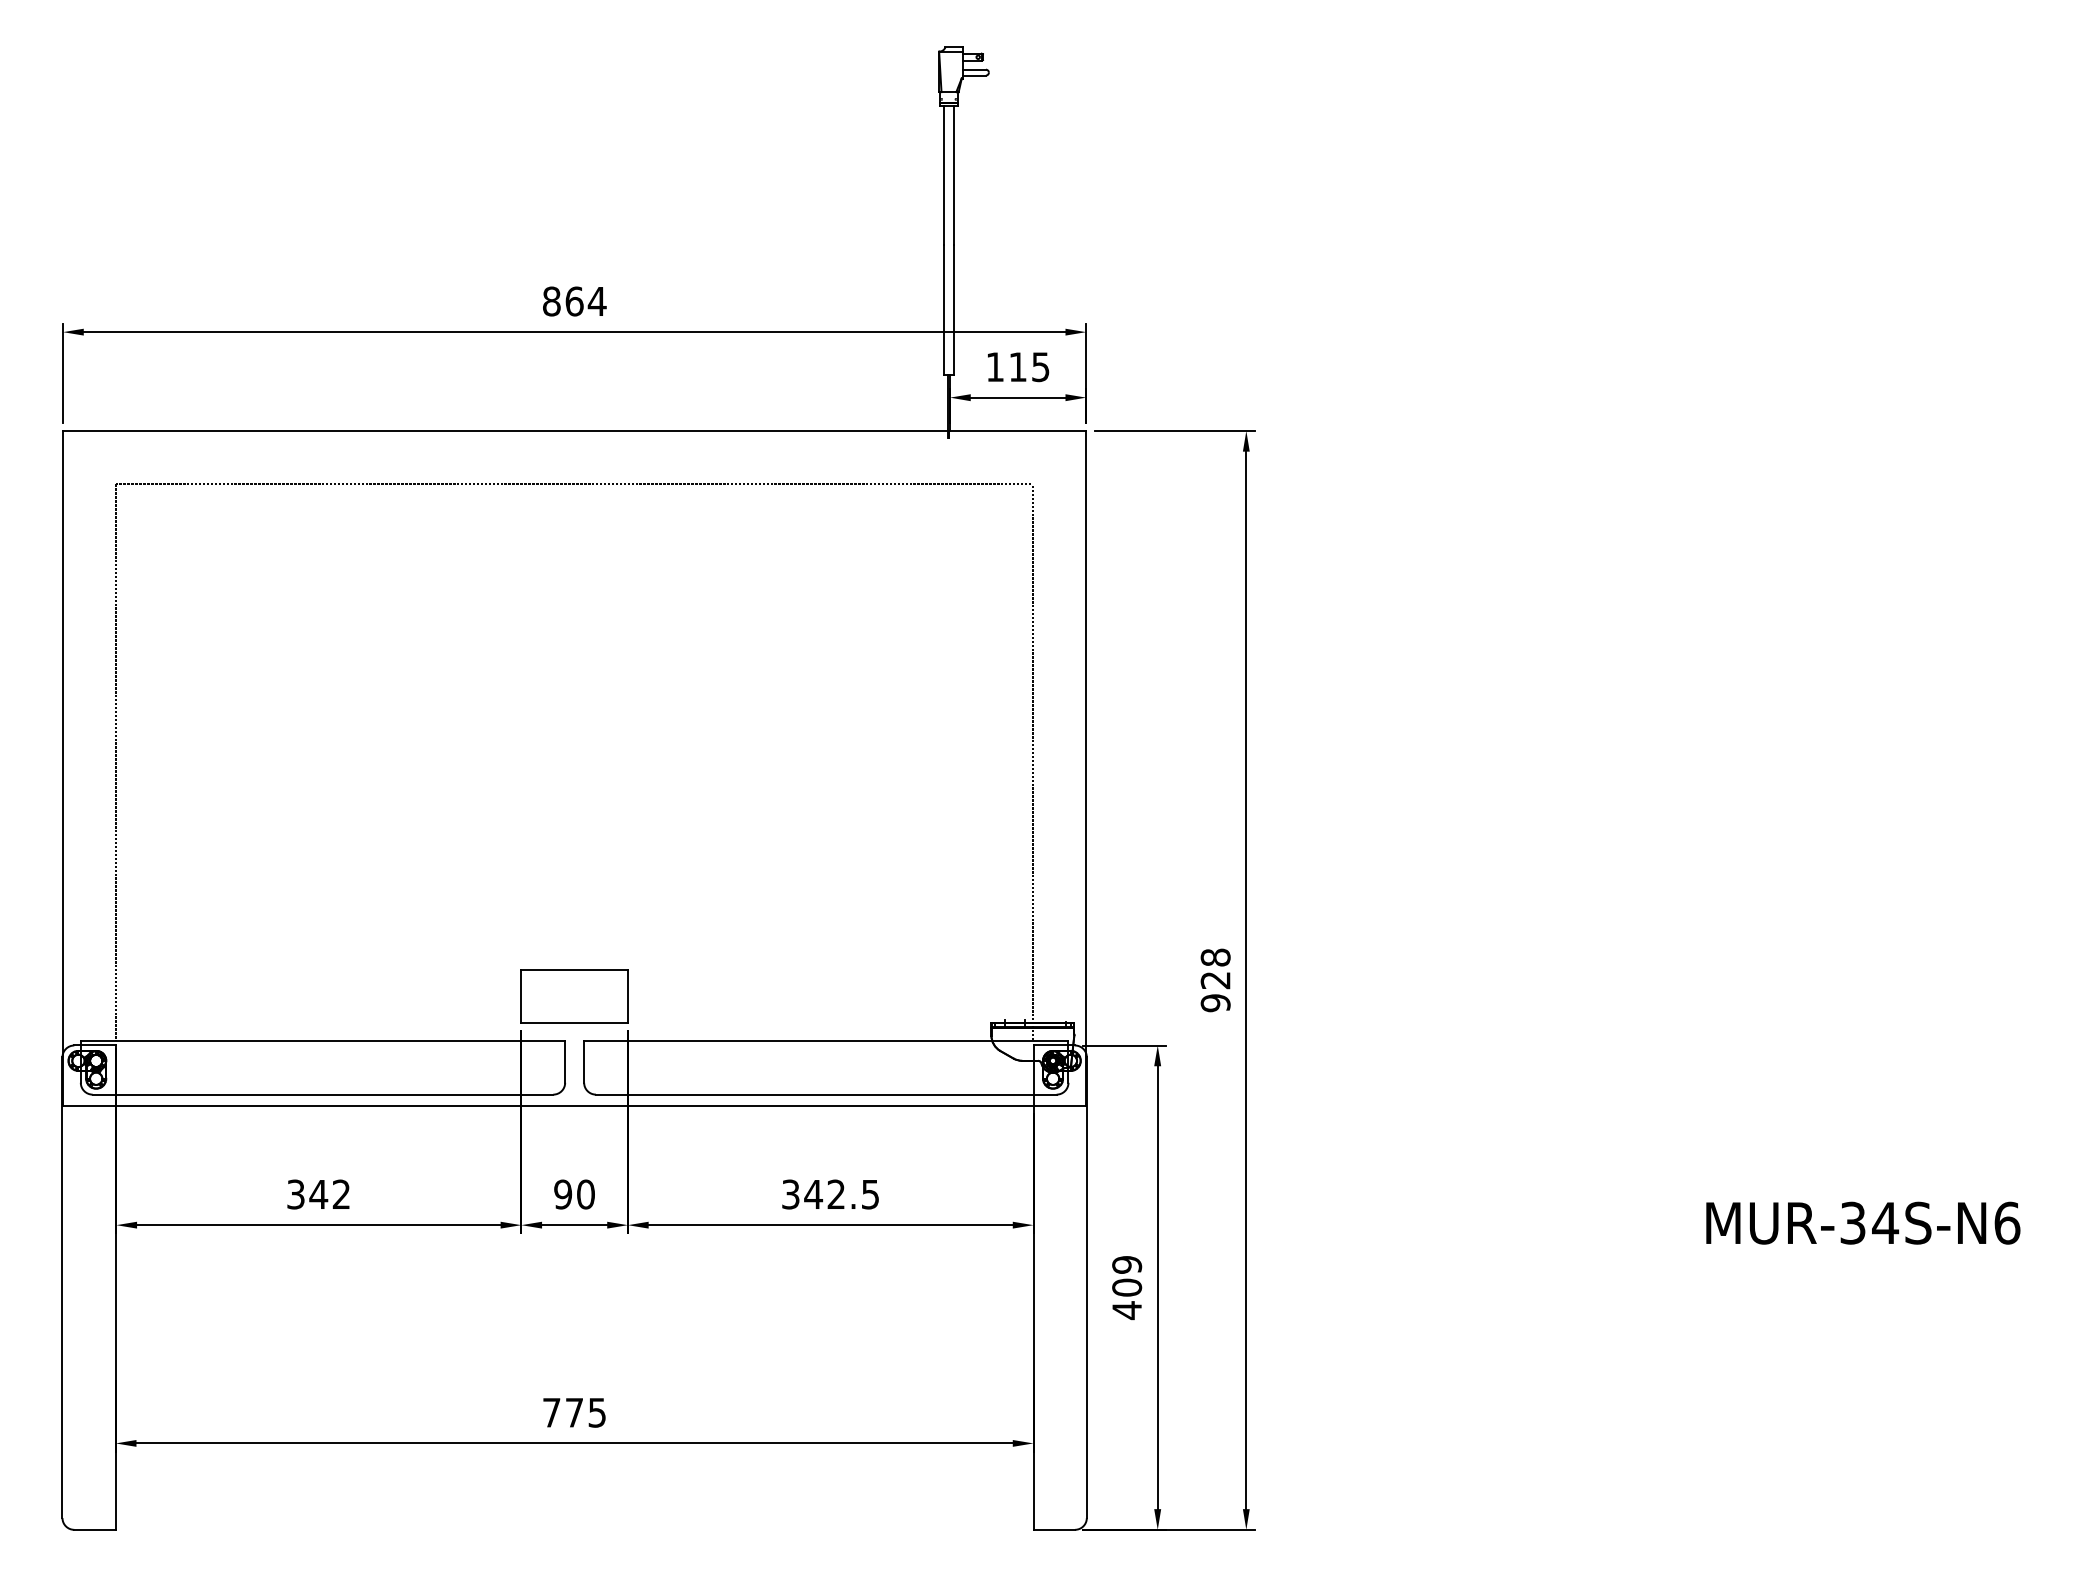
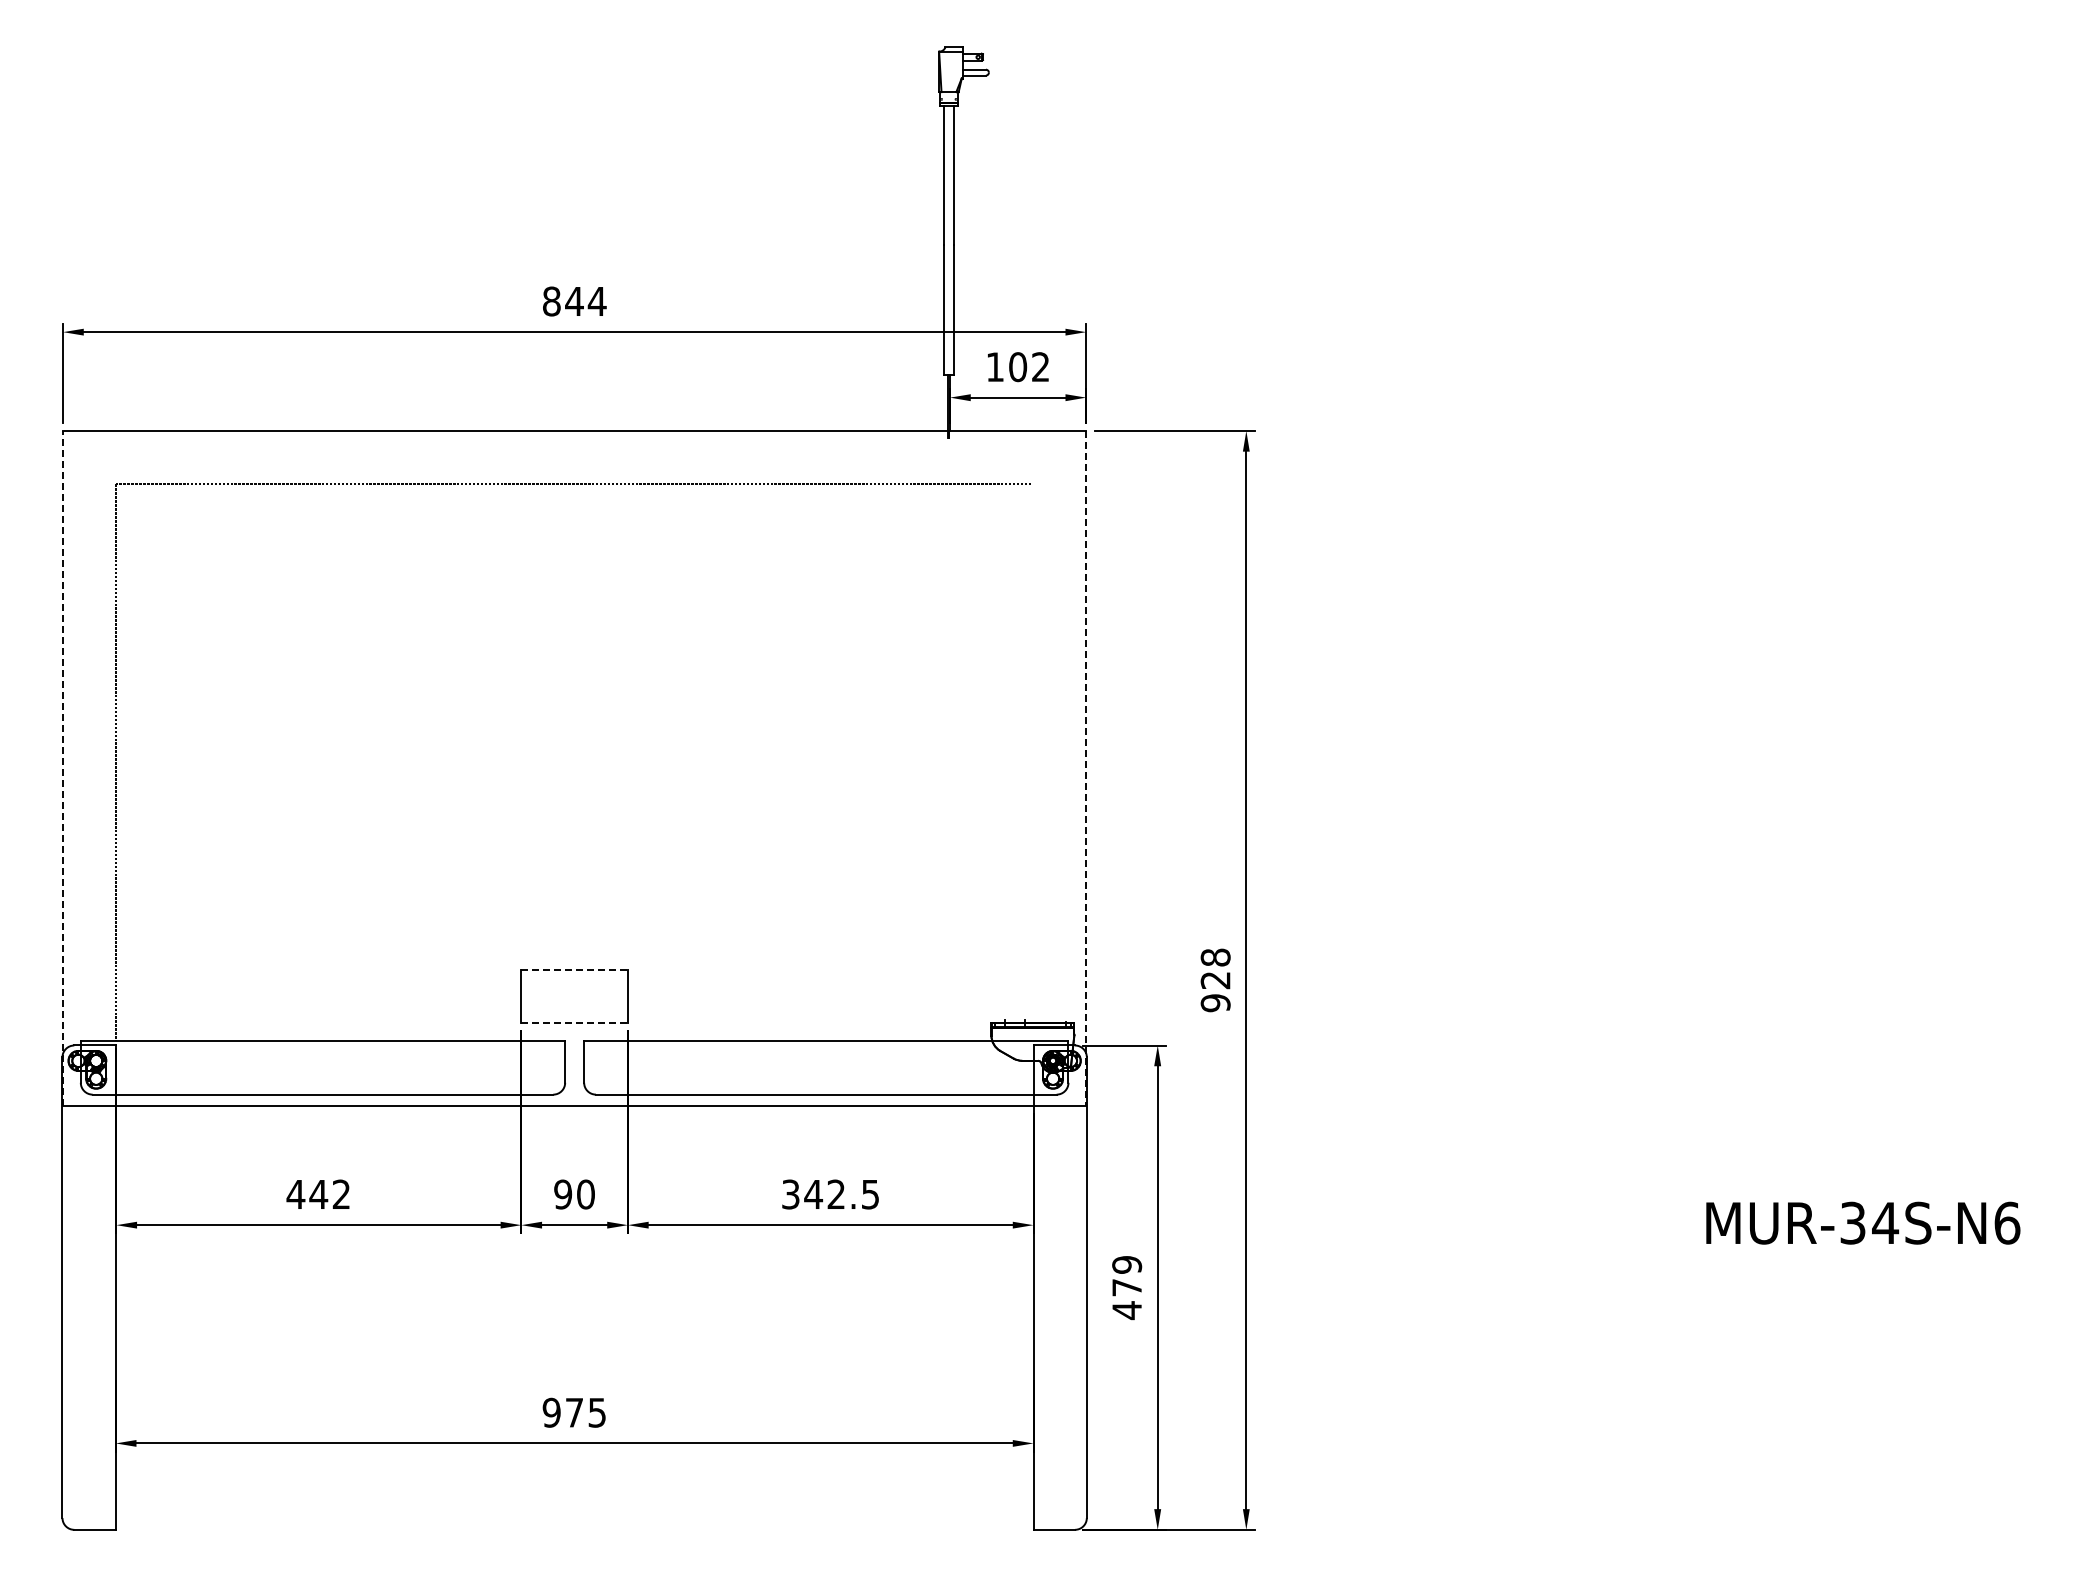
text at (574, 301): 864 -> 844
text at (1029, 367): 115 -> 102
line at (1032, 762): present -> none
line at (63, 767): solid -> dashed
line at (1086, 768): solid -> dashed
line at (575, 969): solid -> dashed
line at (575, 1023): solid -> dashed
text at (295, 1194): 342 -> 442
text at (1127, 1287): 409 -> 479
text at (551, 1412): 775 -> 975
